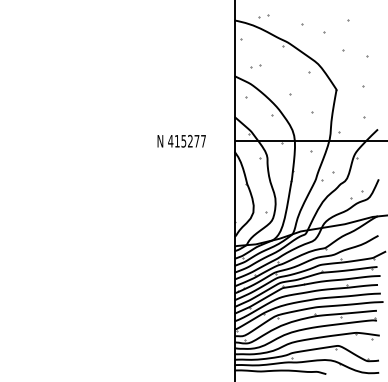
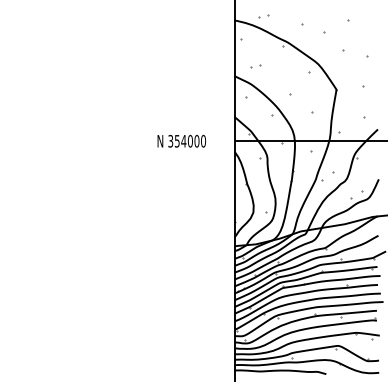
text at (187, 140): 415277 -> 354000
